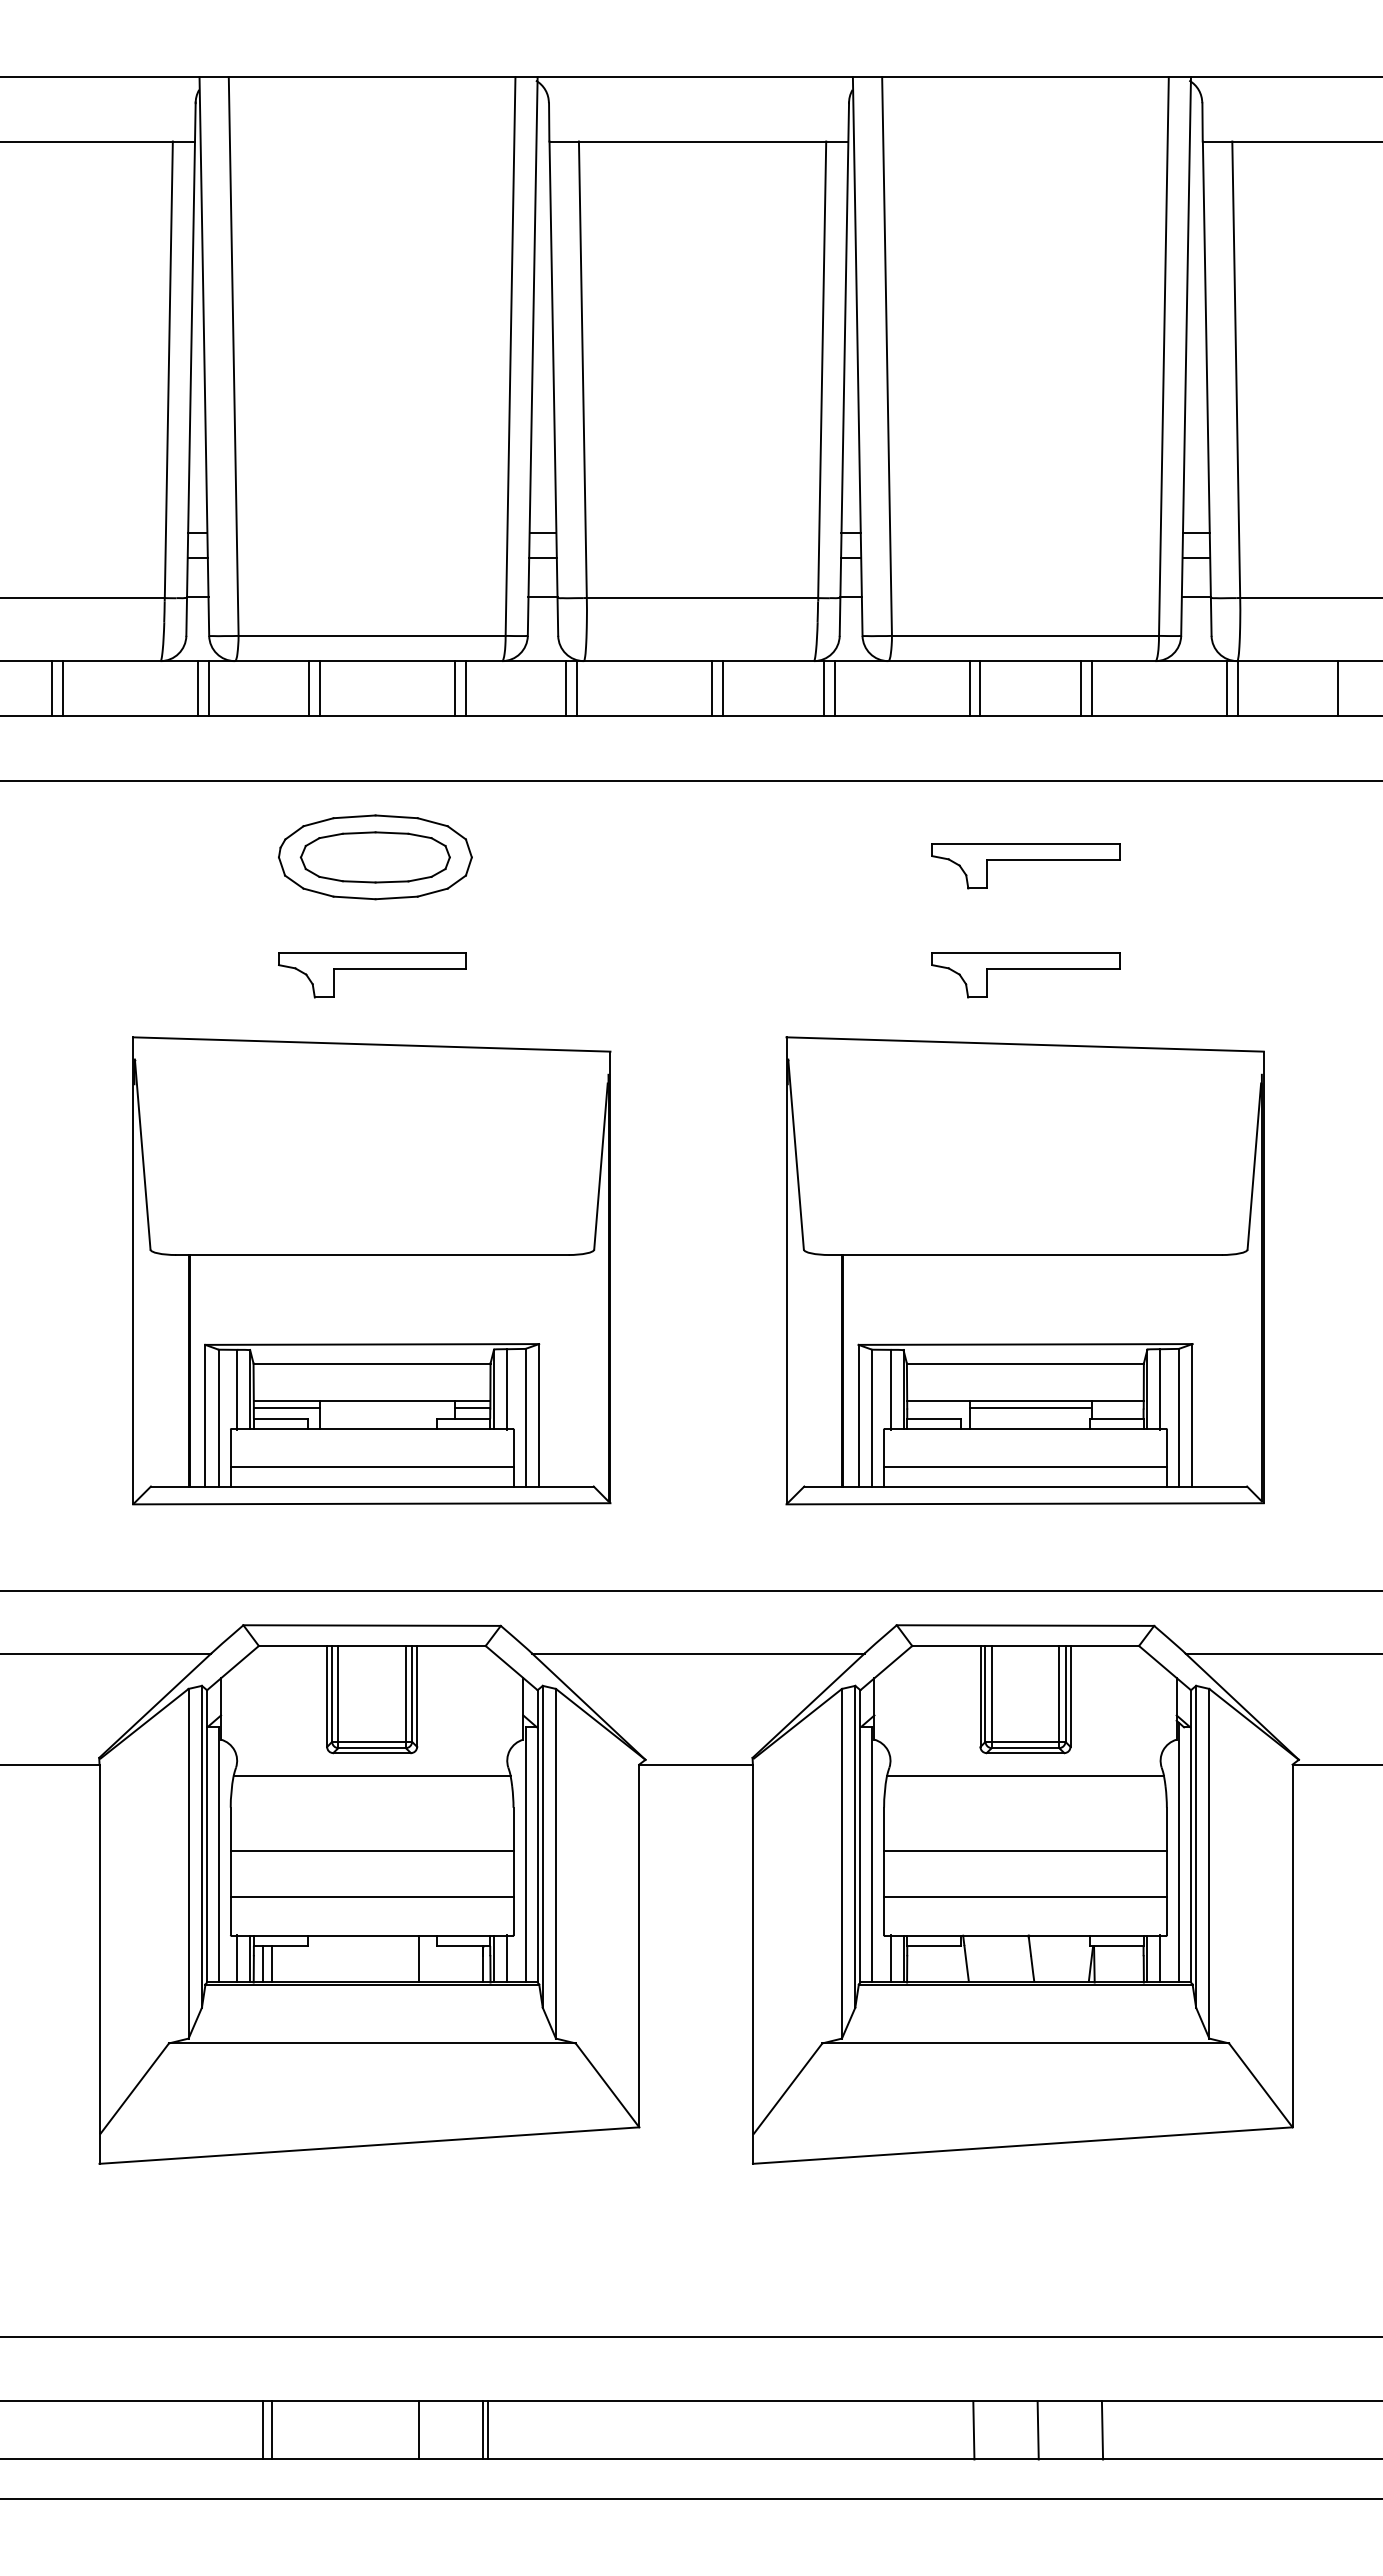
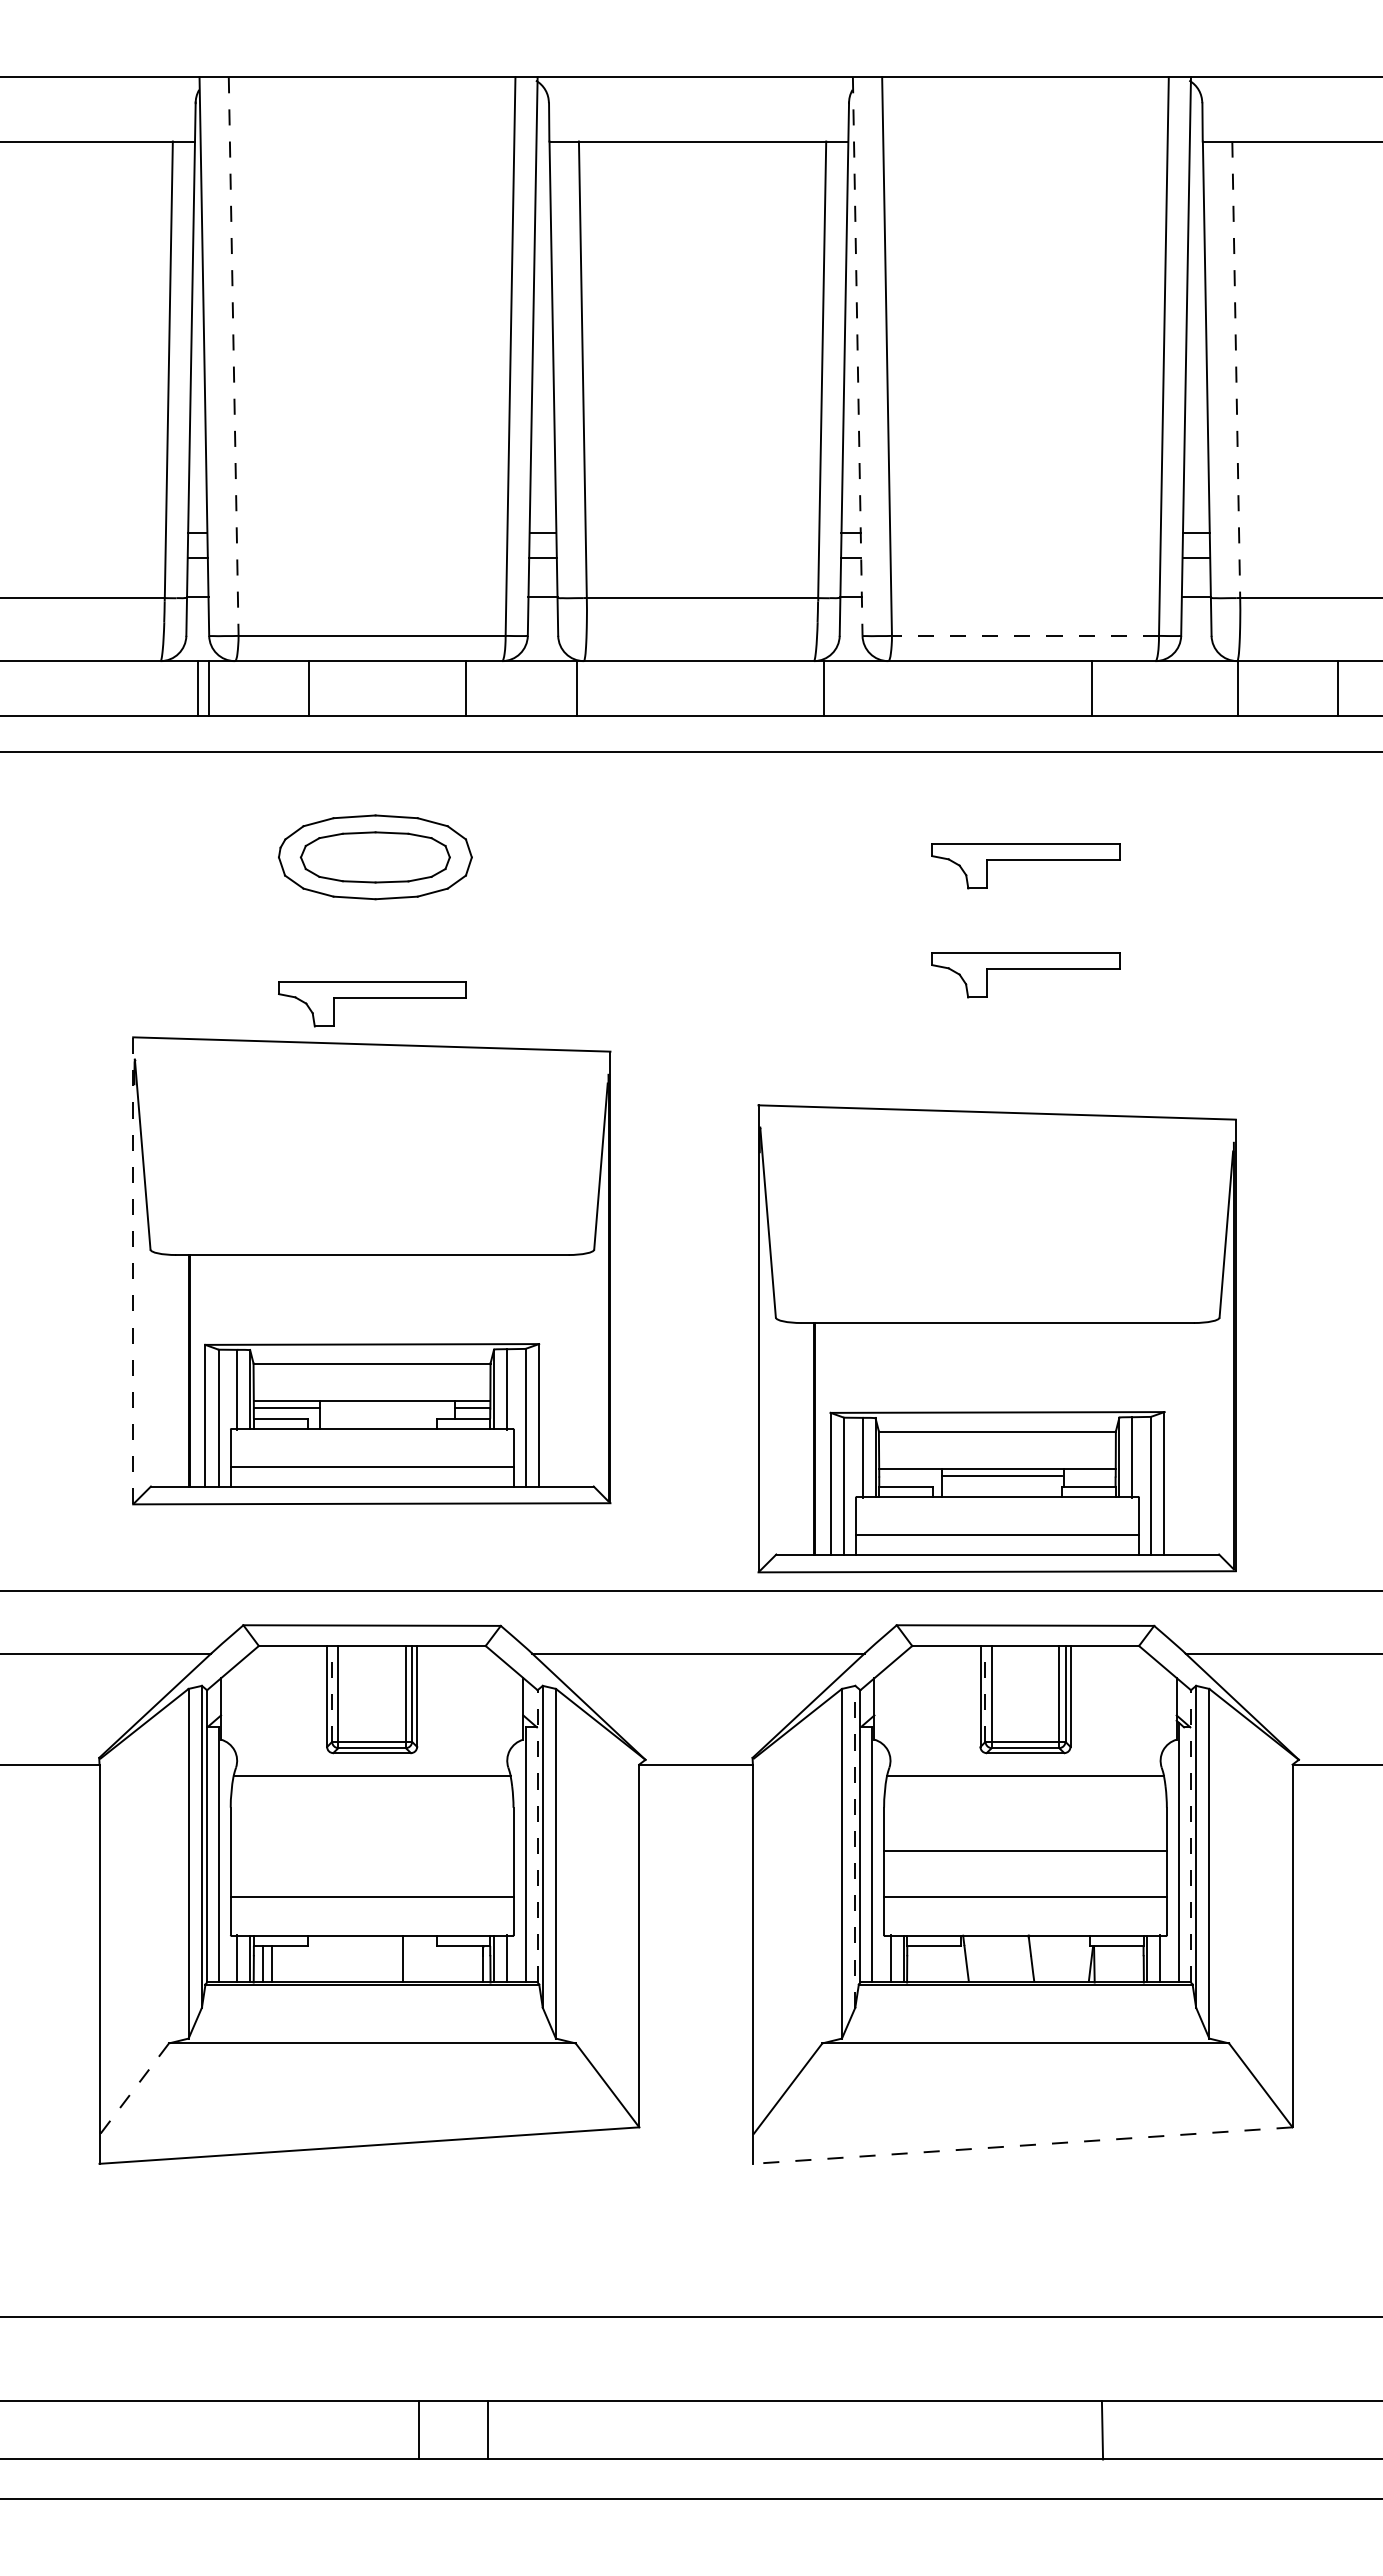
line at (233, 357): solid -> dashed
line at (857, 357): solid -> dashed
line at (1236, 370): solid -> dashed
line at (1025, 635): solid -> dashed
line at (51, 688): present -> none
line at (62, 688): present -> none
line at (320, 688): present -> none
line at (455, 688): present -> none
line at (566, 688): present -> none
line at (712, 688): present -> none
line at (723, 688): present -> none
line at (834, 688): present -> none
line at (969, 688): present -> none
line at (980, 688): present -> none
line at (1080, 688): present -> none
line at (1226, 688): present -> none
line at (690, 780) position: (690, 780) -> (690, 751)
part at (372, 975) position: (372, 975) -> (372, 1004)
line at (133, 1270): solid -> dashed
part at (1024, 1270) position: (1024, 1270) -> (996, 1338)
line at (332, 1693): solid -> dashed
line at (985, 1693): solid -> dashed
line at (537, 1835): solid -> dashed
line at (1191, 1835): solid -> dashed
line at (855, 1846): solid -> dashed
line at (371, 1850): present -> none
line at (418, 1958) position: (418, 1958) -> (402, 1958)
line at (134, 2088): solid -> dashed
line at (1022, 2145): solid -> dashed
line at (690, 2336) position: (690, 2336) -> (690, 2316)
line at (262, 2430): present -> none
line at (271, 2430): present -> none
line at (482, 2430): present -> none
line at (973, 2430): present -> none
line at (1037, 2430): present -> none
